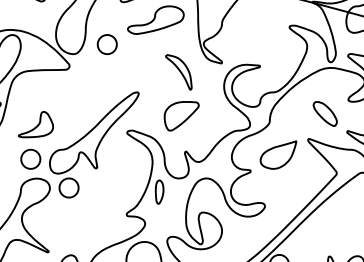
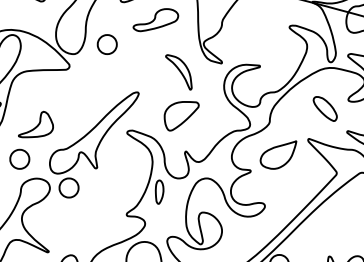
part at (155, 19) size: 58x30 px -> 48x25 px
part at (324, 113) position: (324, 113) -> (324, 108)
part at (30, 158) position: (30, 158) -> (19, 158)
